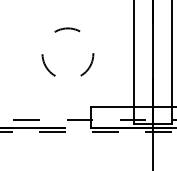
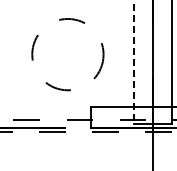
circle at (67, 51) size: 54x50 px -> 74x74 px
line at (133, 62): solid -> dashed
